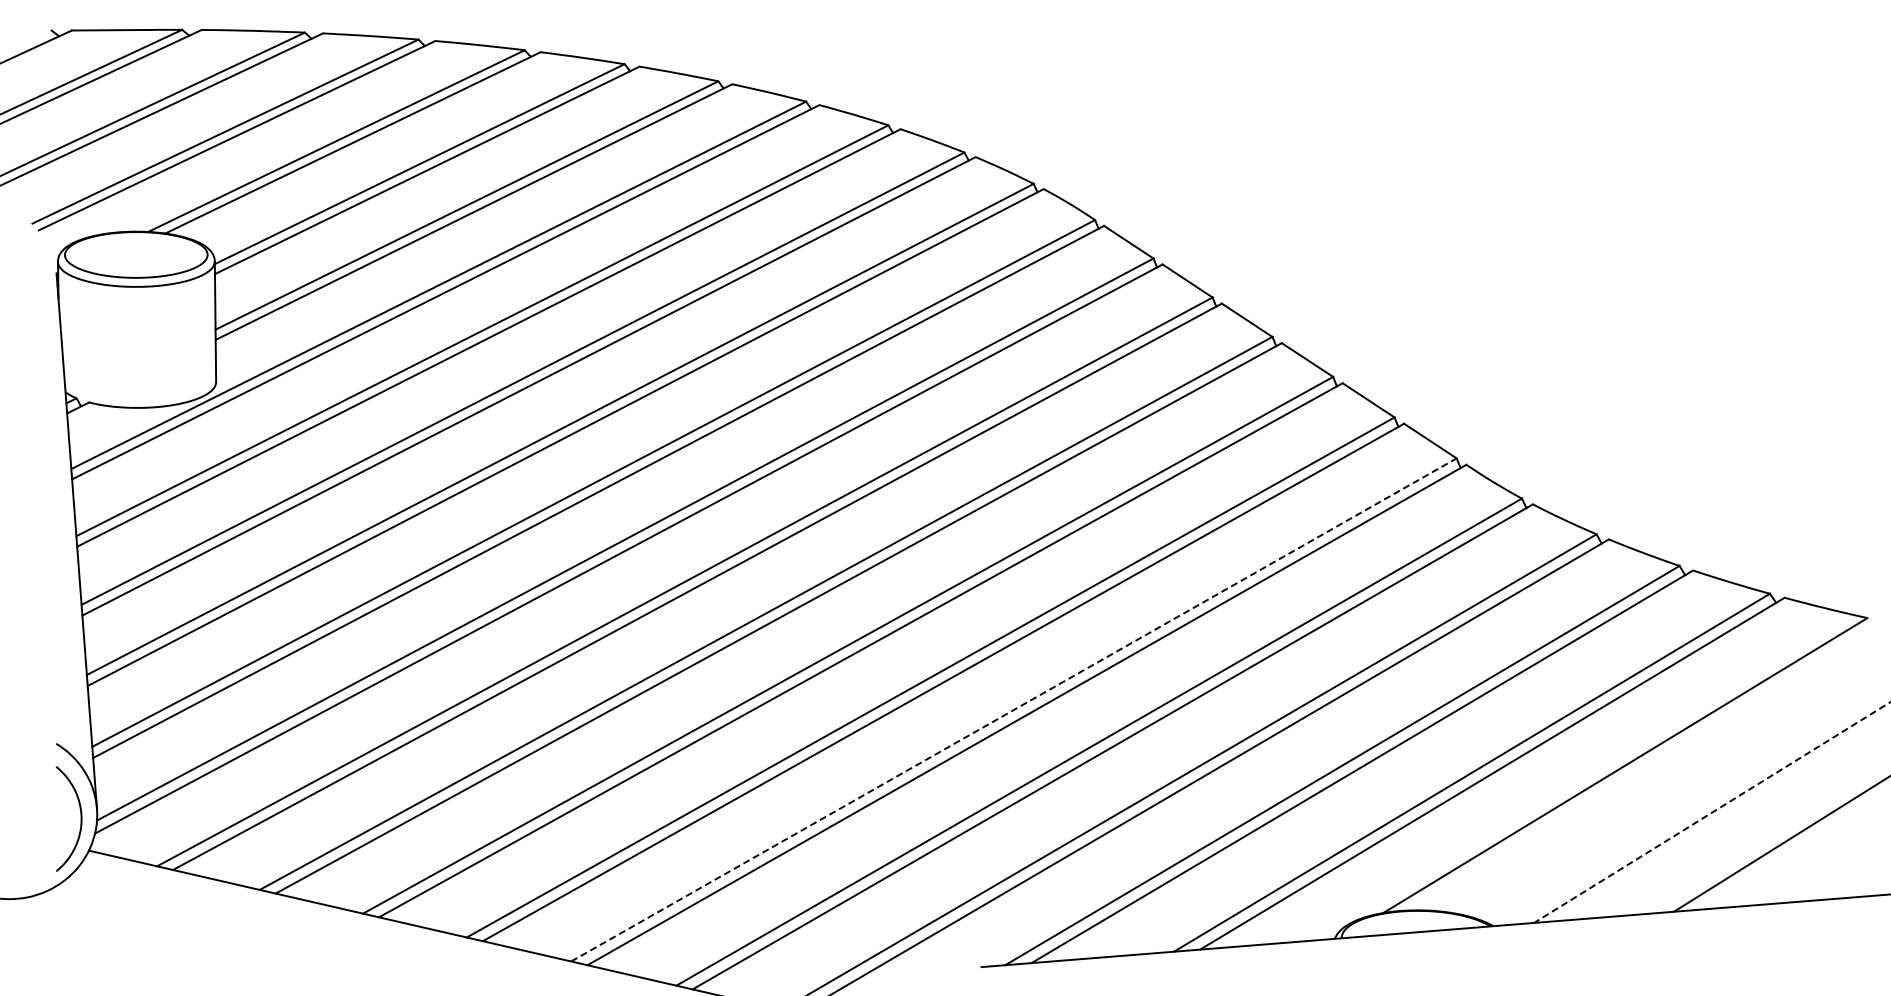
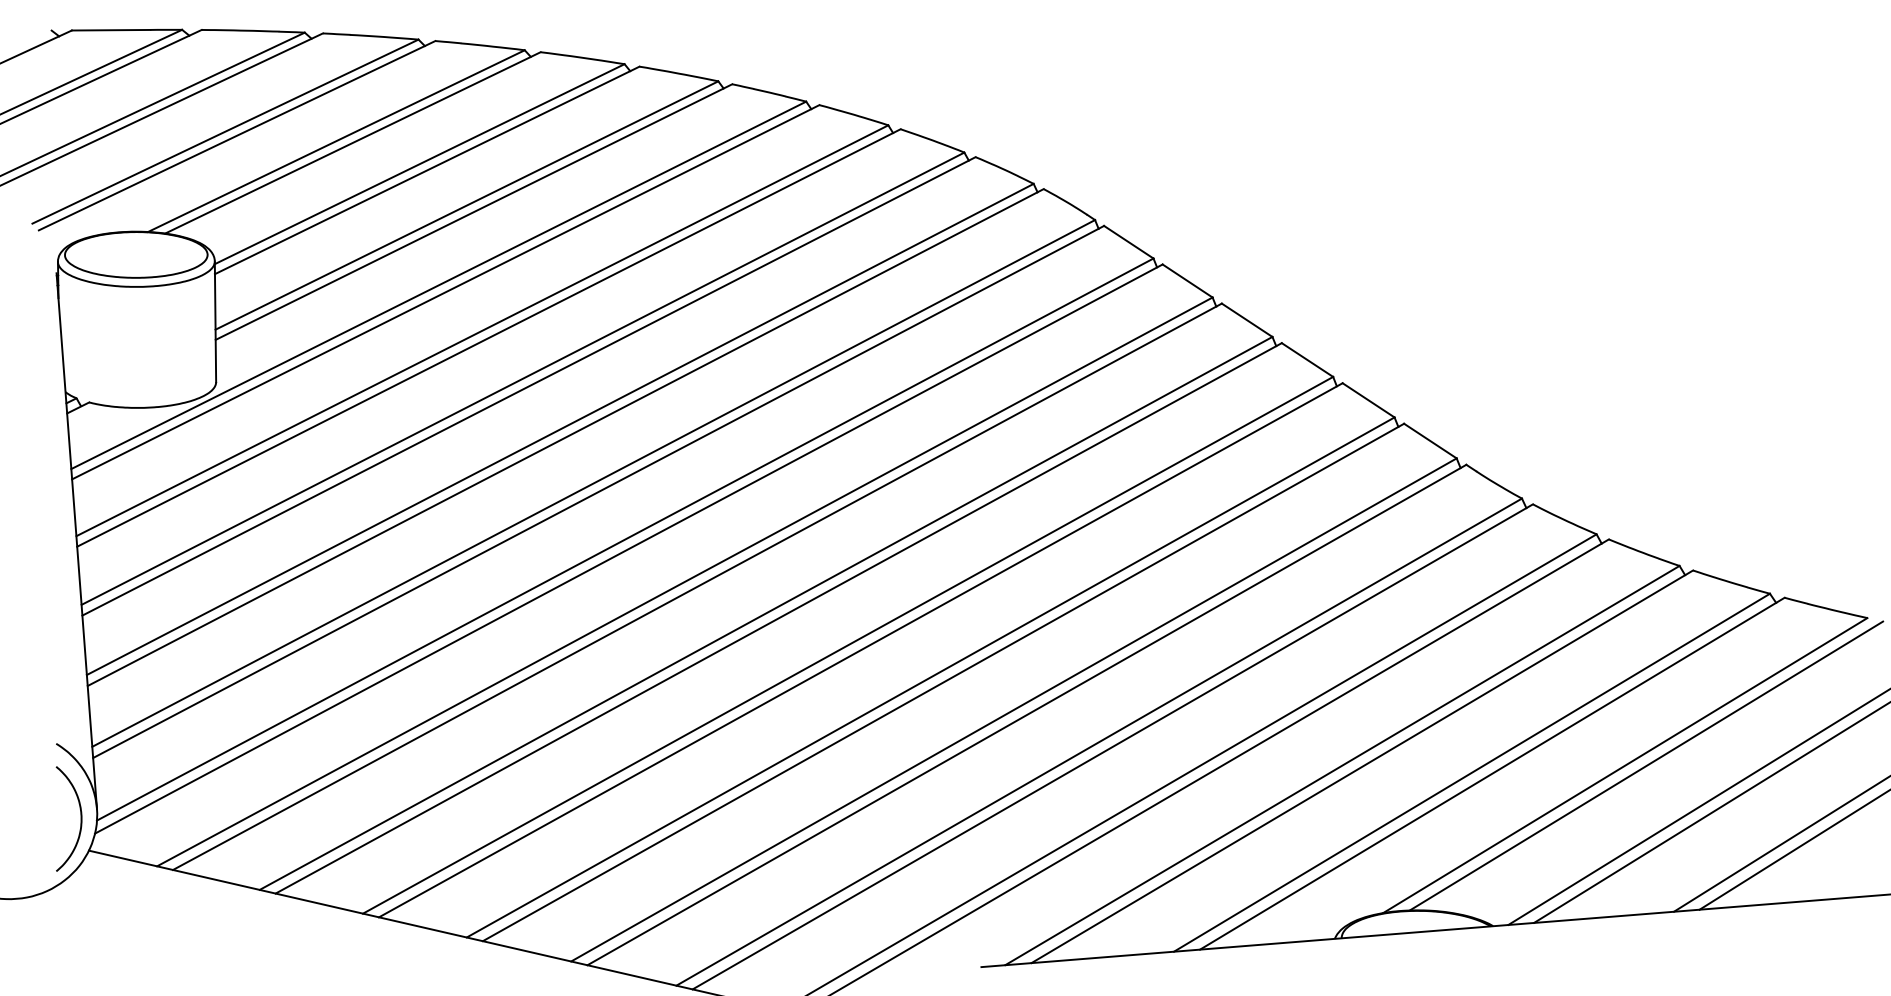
line at (1014, 709): dashed -> solid
line at (1646, 765): none -> present
line at (1697, 807): none -> present
line at (1712, 812): dashed -> solid
line at (1793, 850): none -> present
